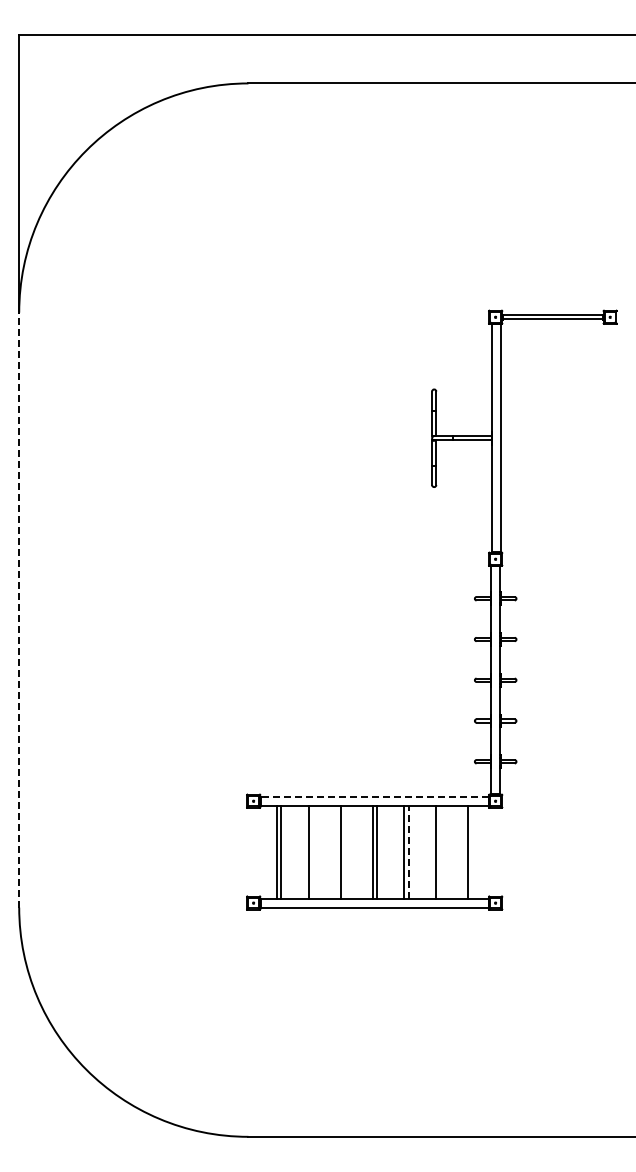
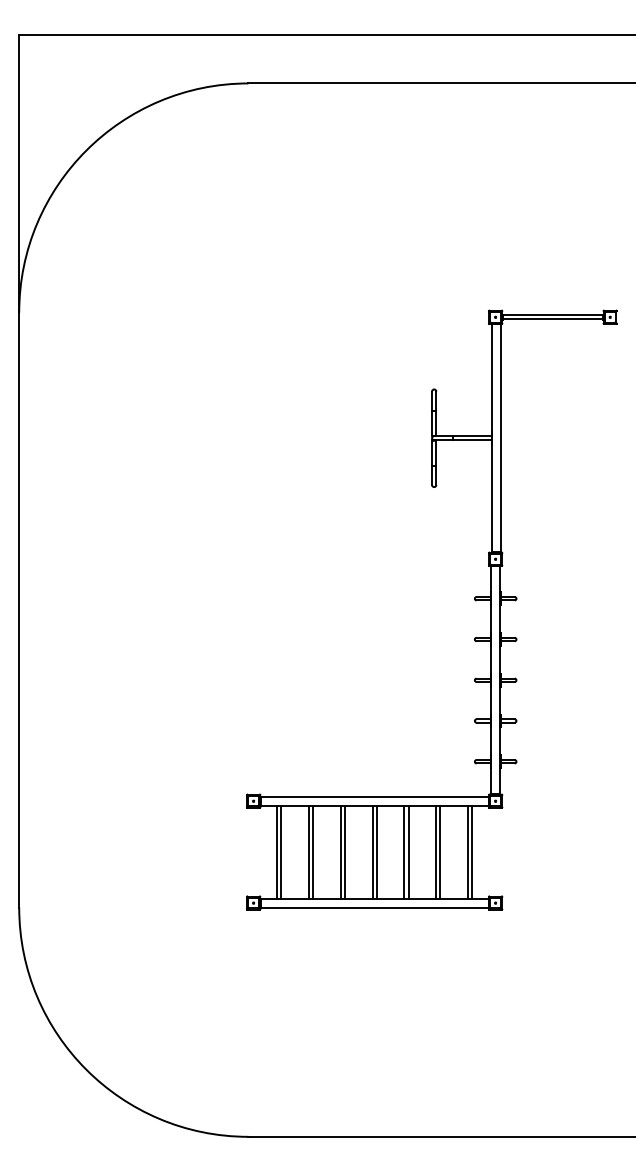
line at (19, 609): dashed -> solid
line at (374, 796): dashed -> solid
line at (313, 851): none -> present
line at (344, 851): none -> present
line at (408, 851): dashed -> solid
line at (440, 851): none -> present
line at (472, 851): none -> present
